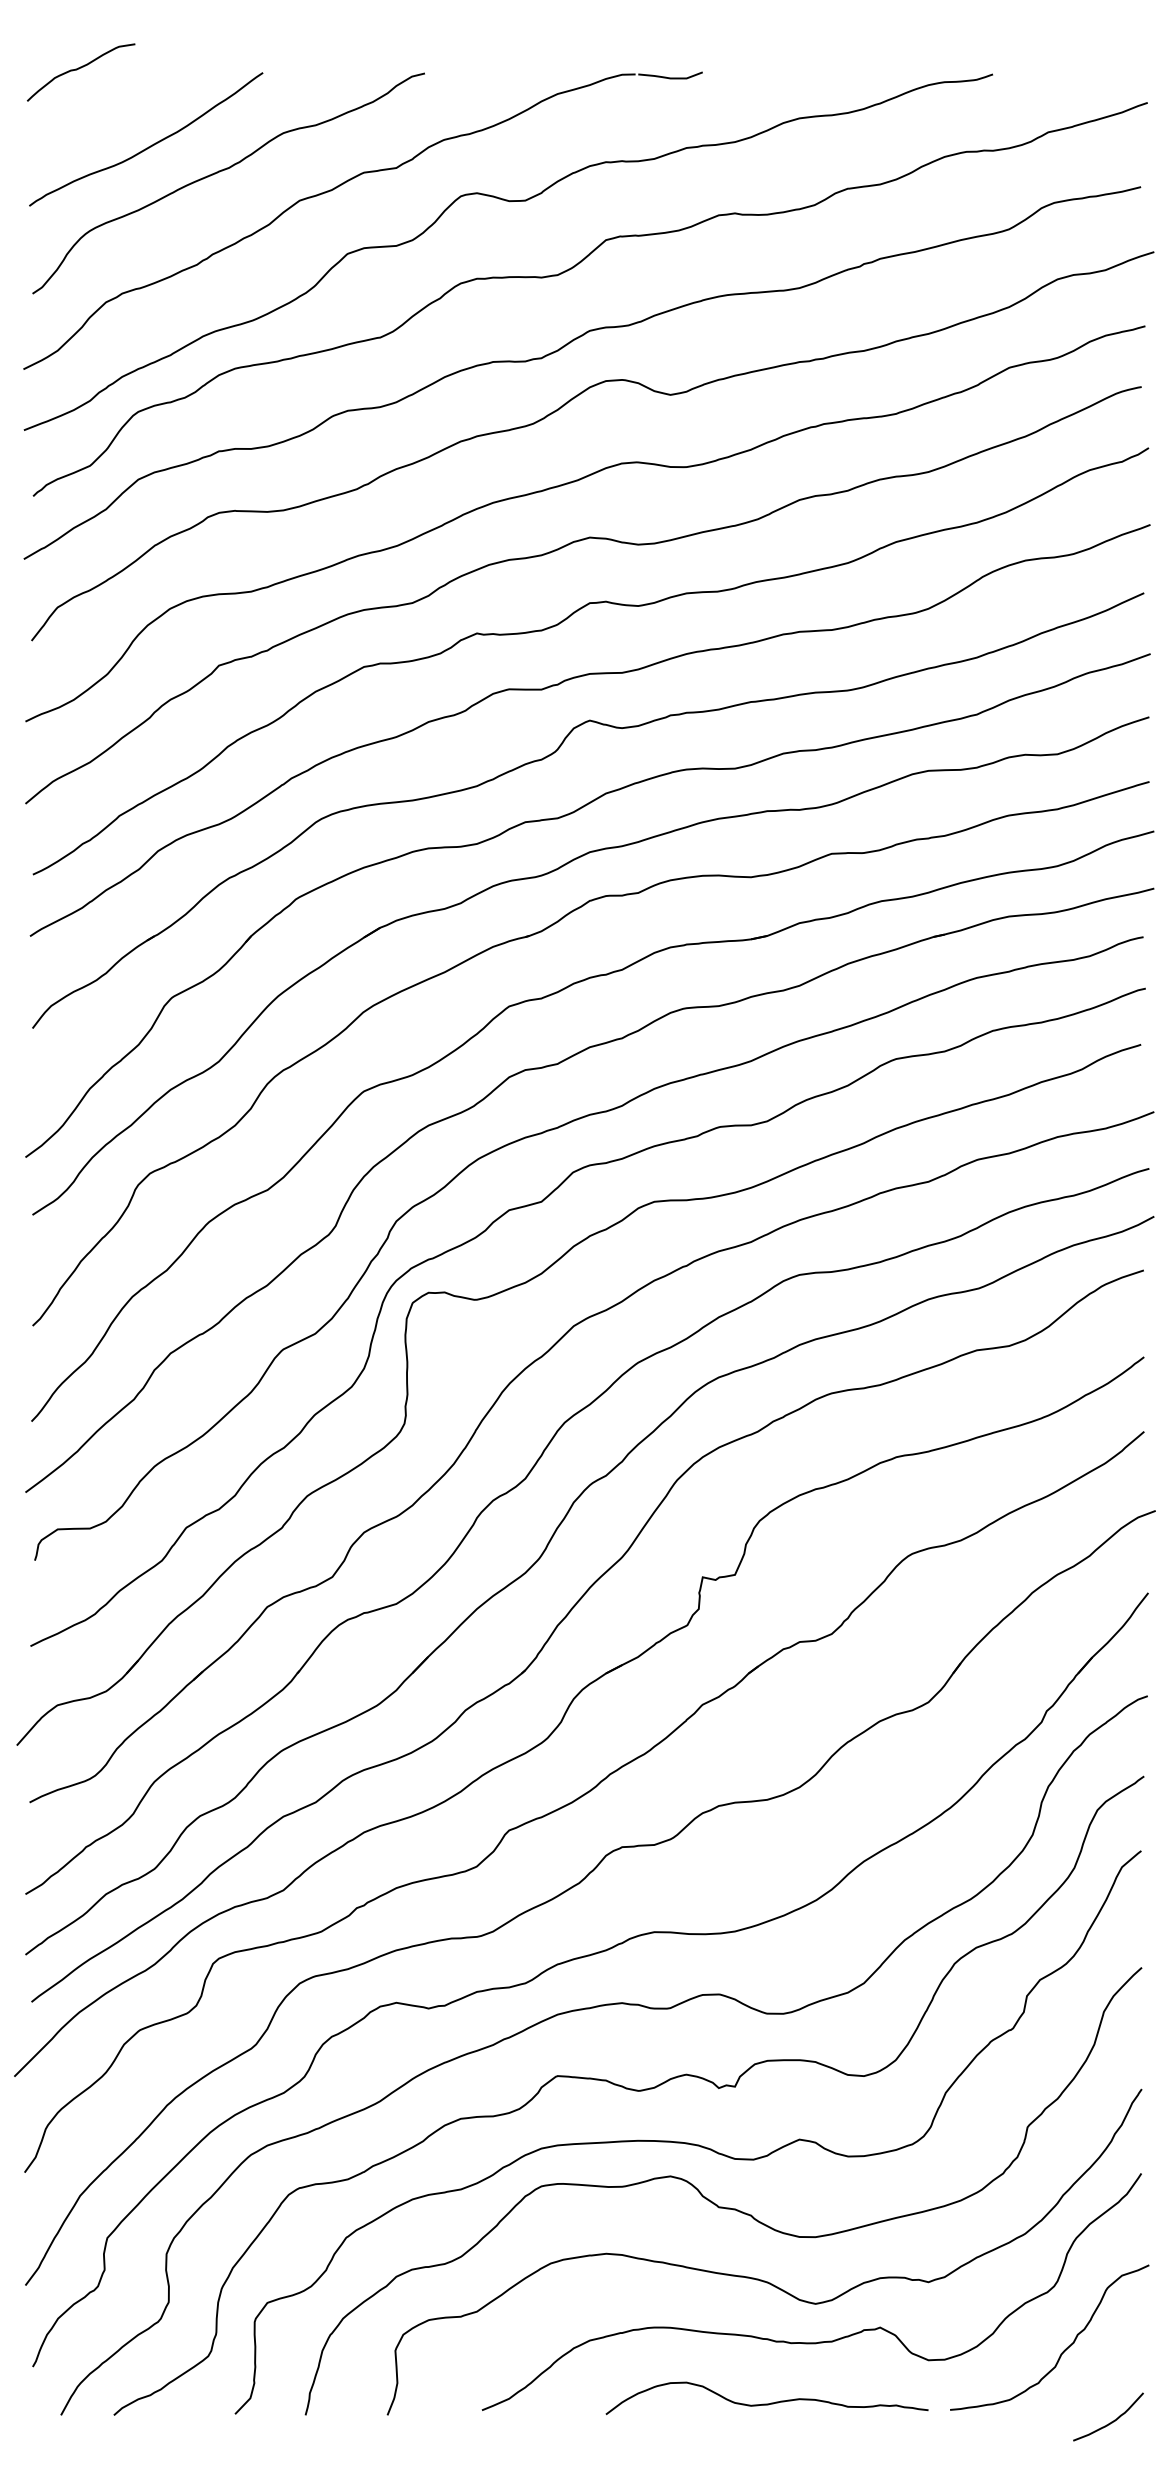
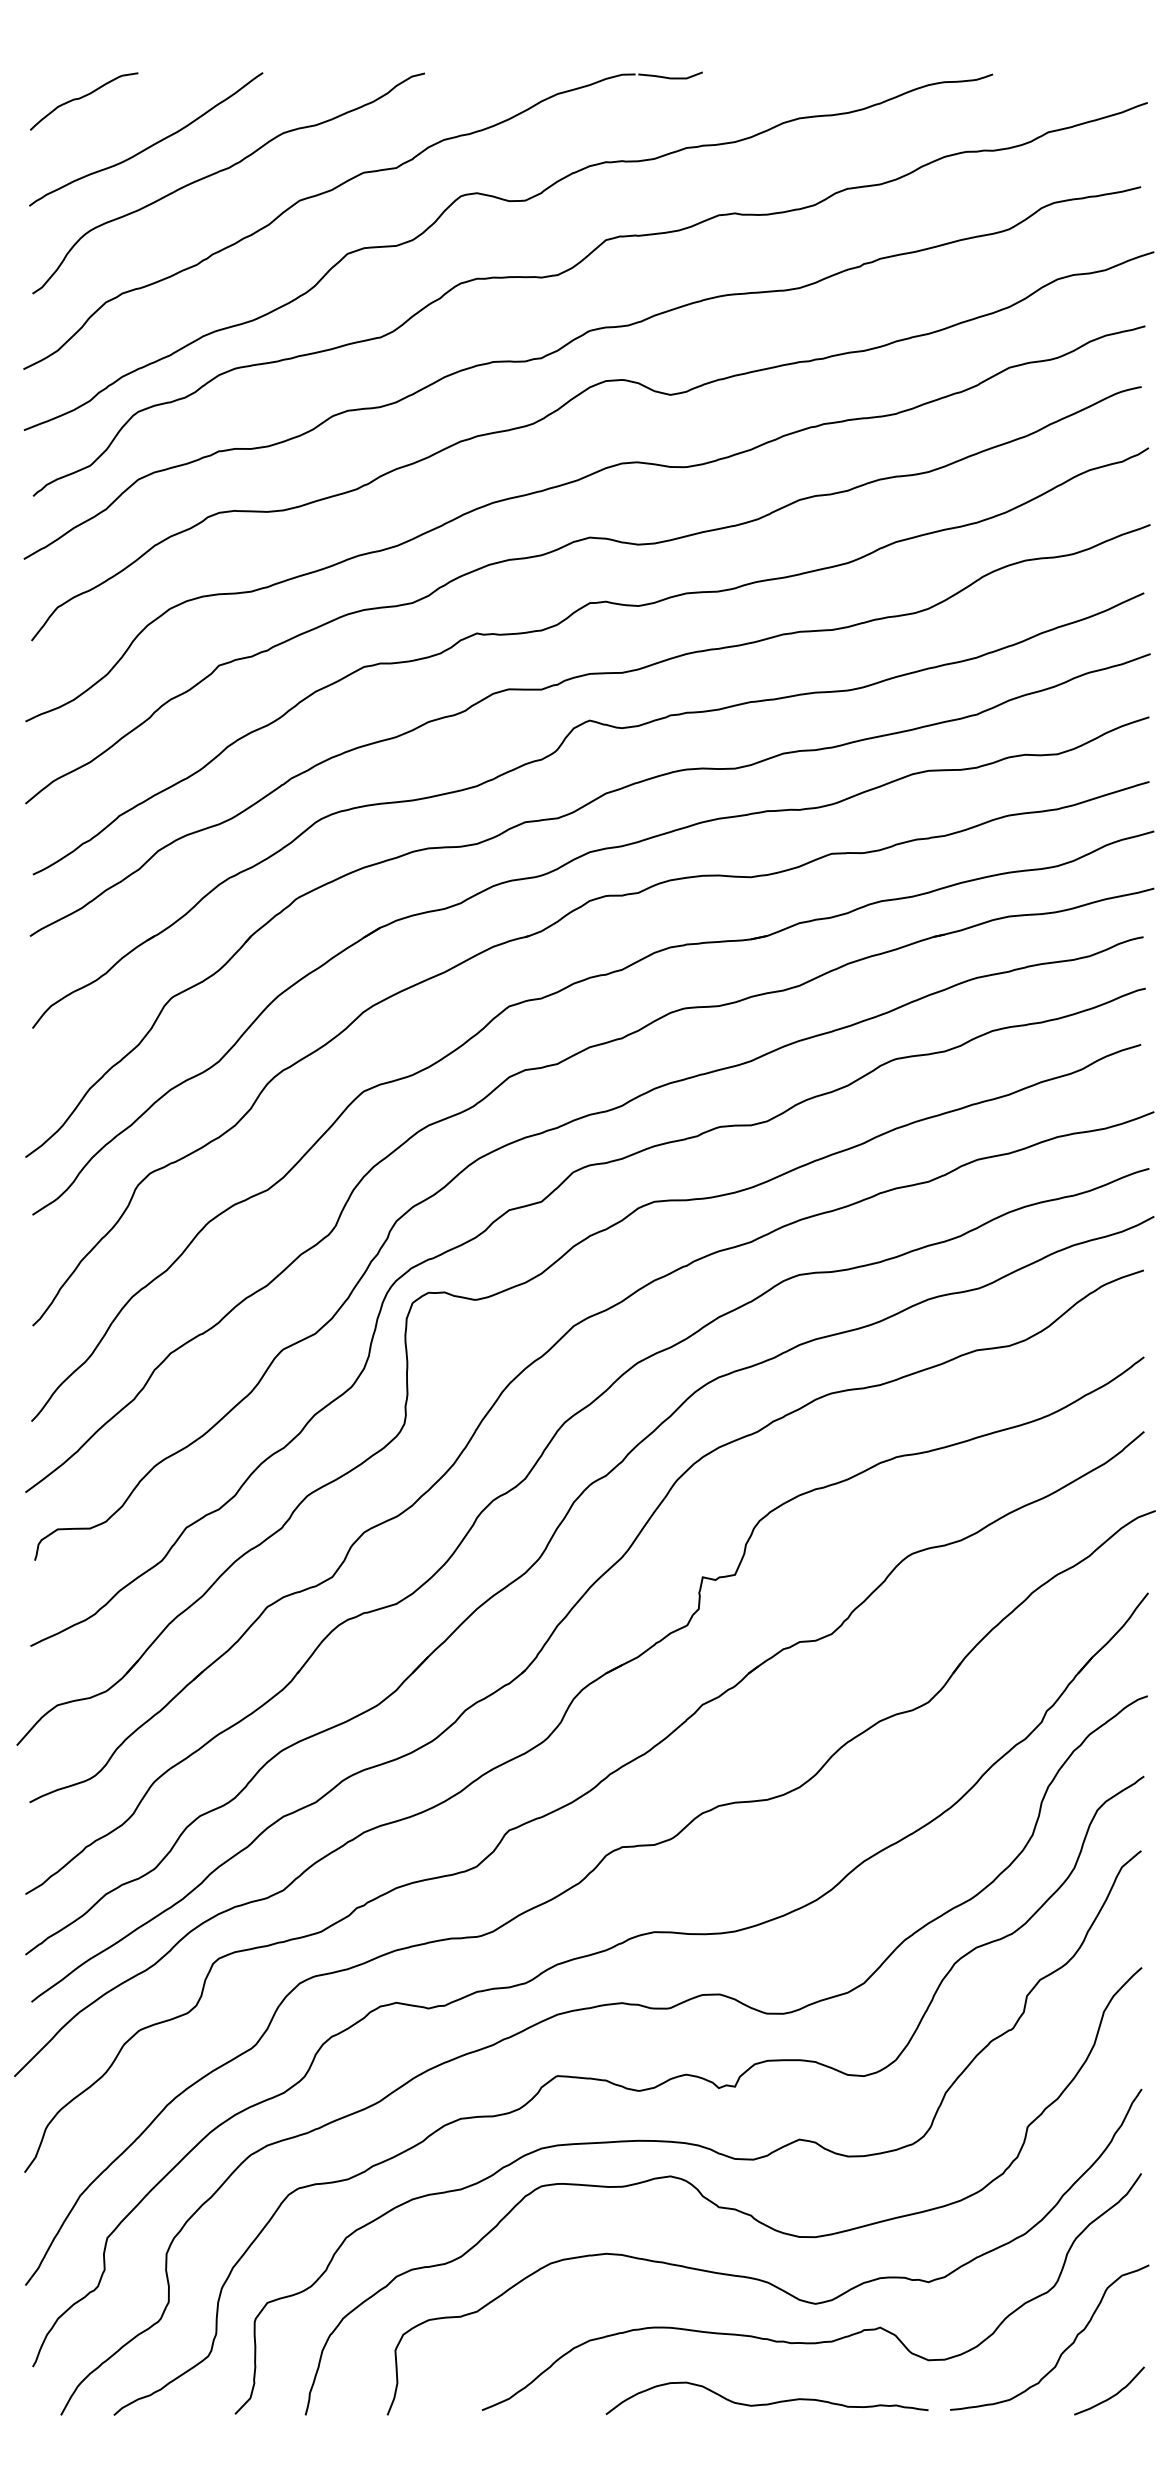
curve at (79, 69) position: (79, 69) -> (82, 98)
curve at (1111, 2421) position: (1111, 2421) -> (1112, 2395)
